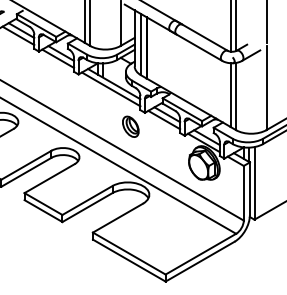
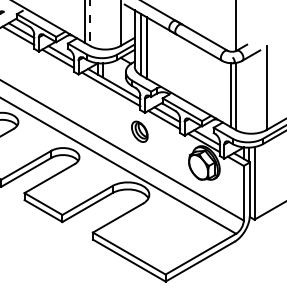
line at (266, 22): present -> none
line at (90, 23): solid -> dashed
line at (230, 26): present -> none
part at (130, 126) position: (130, 126) -> (139, 131)
